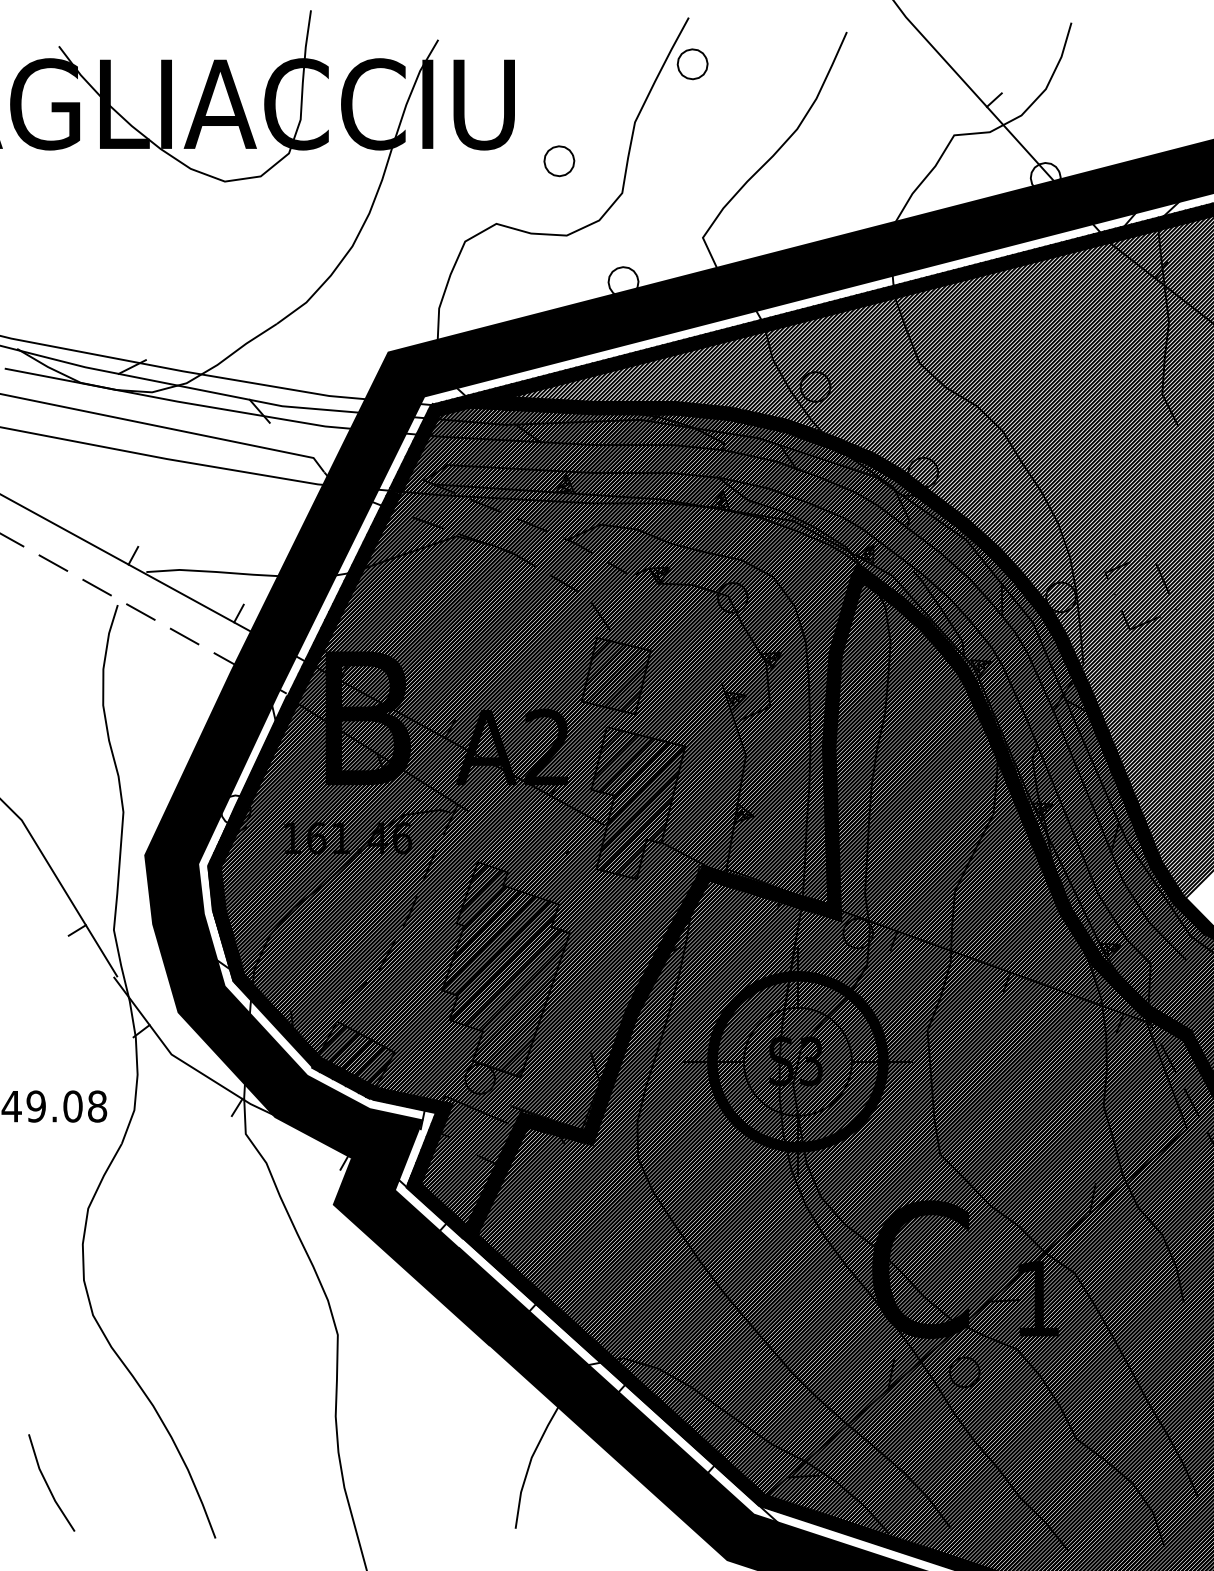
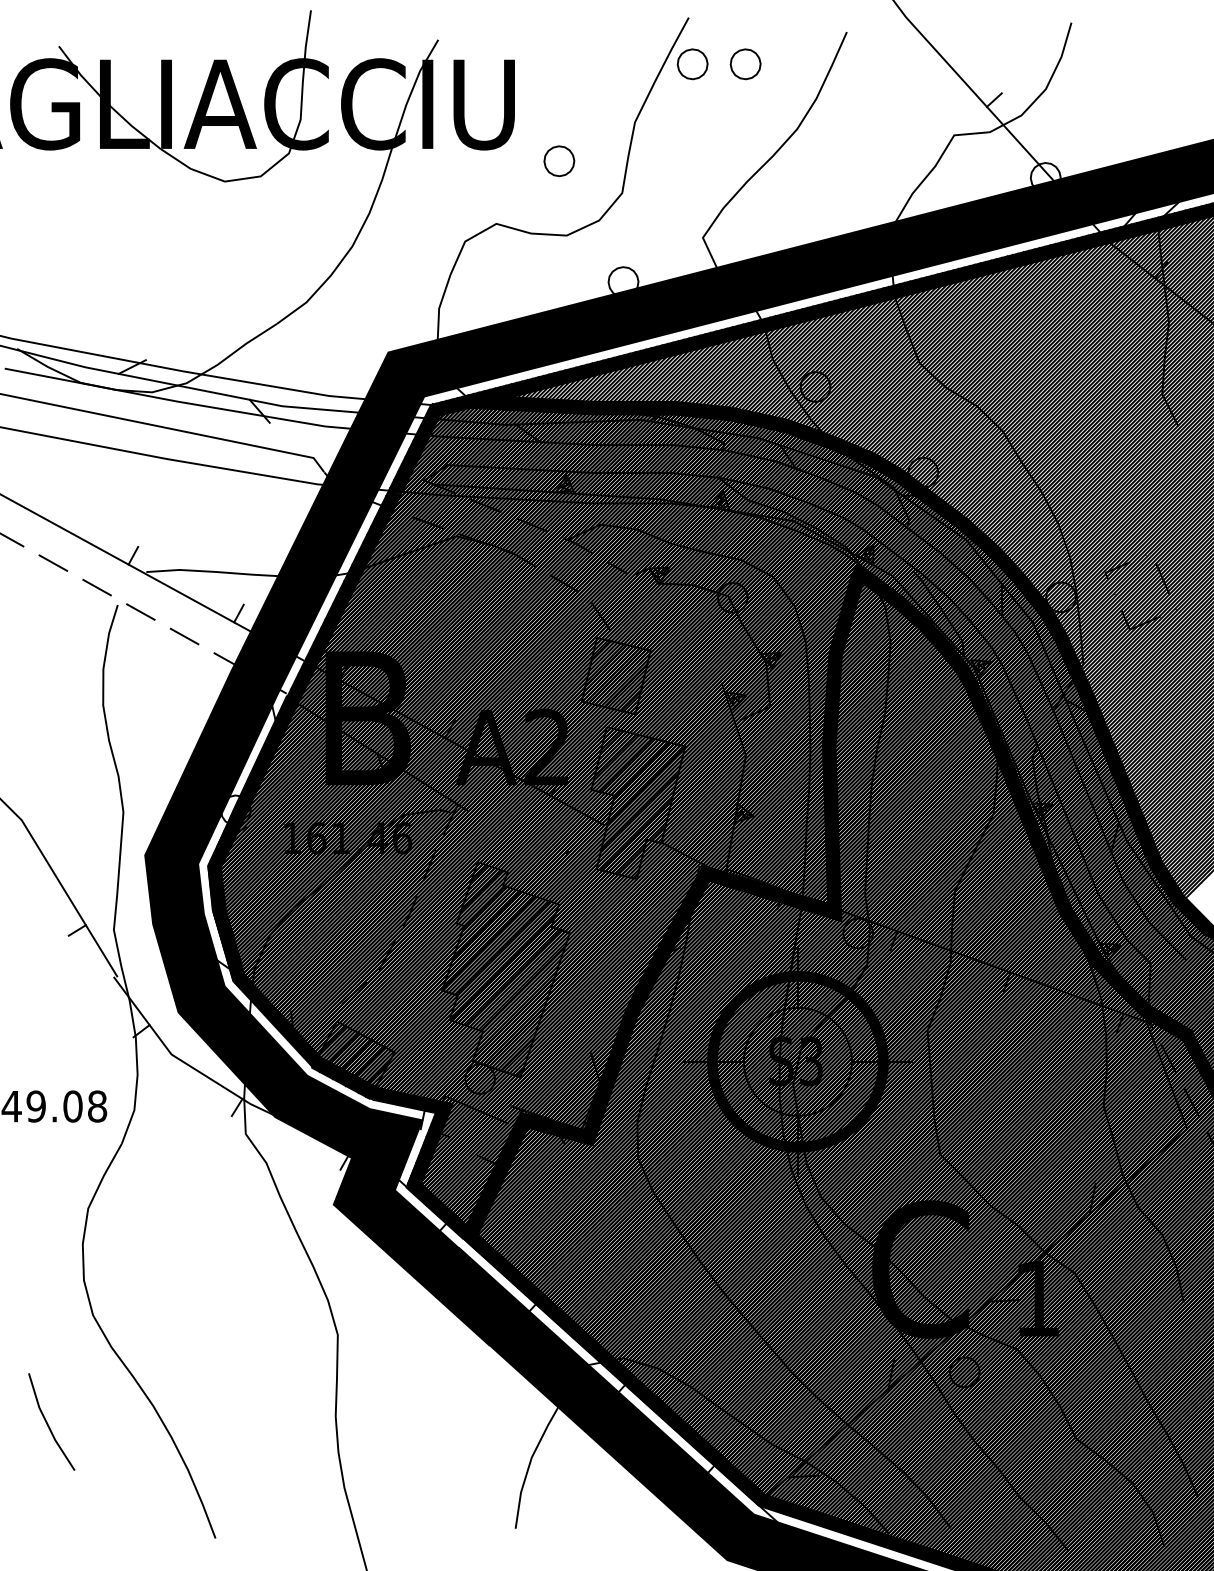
part at (745, 64): none -> present
line at (48, 1484) position: (48, 1484) -> (48, 1423)
